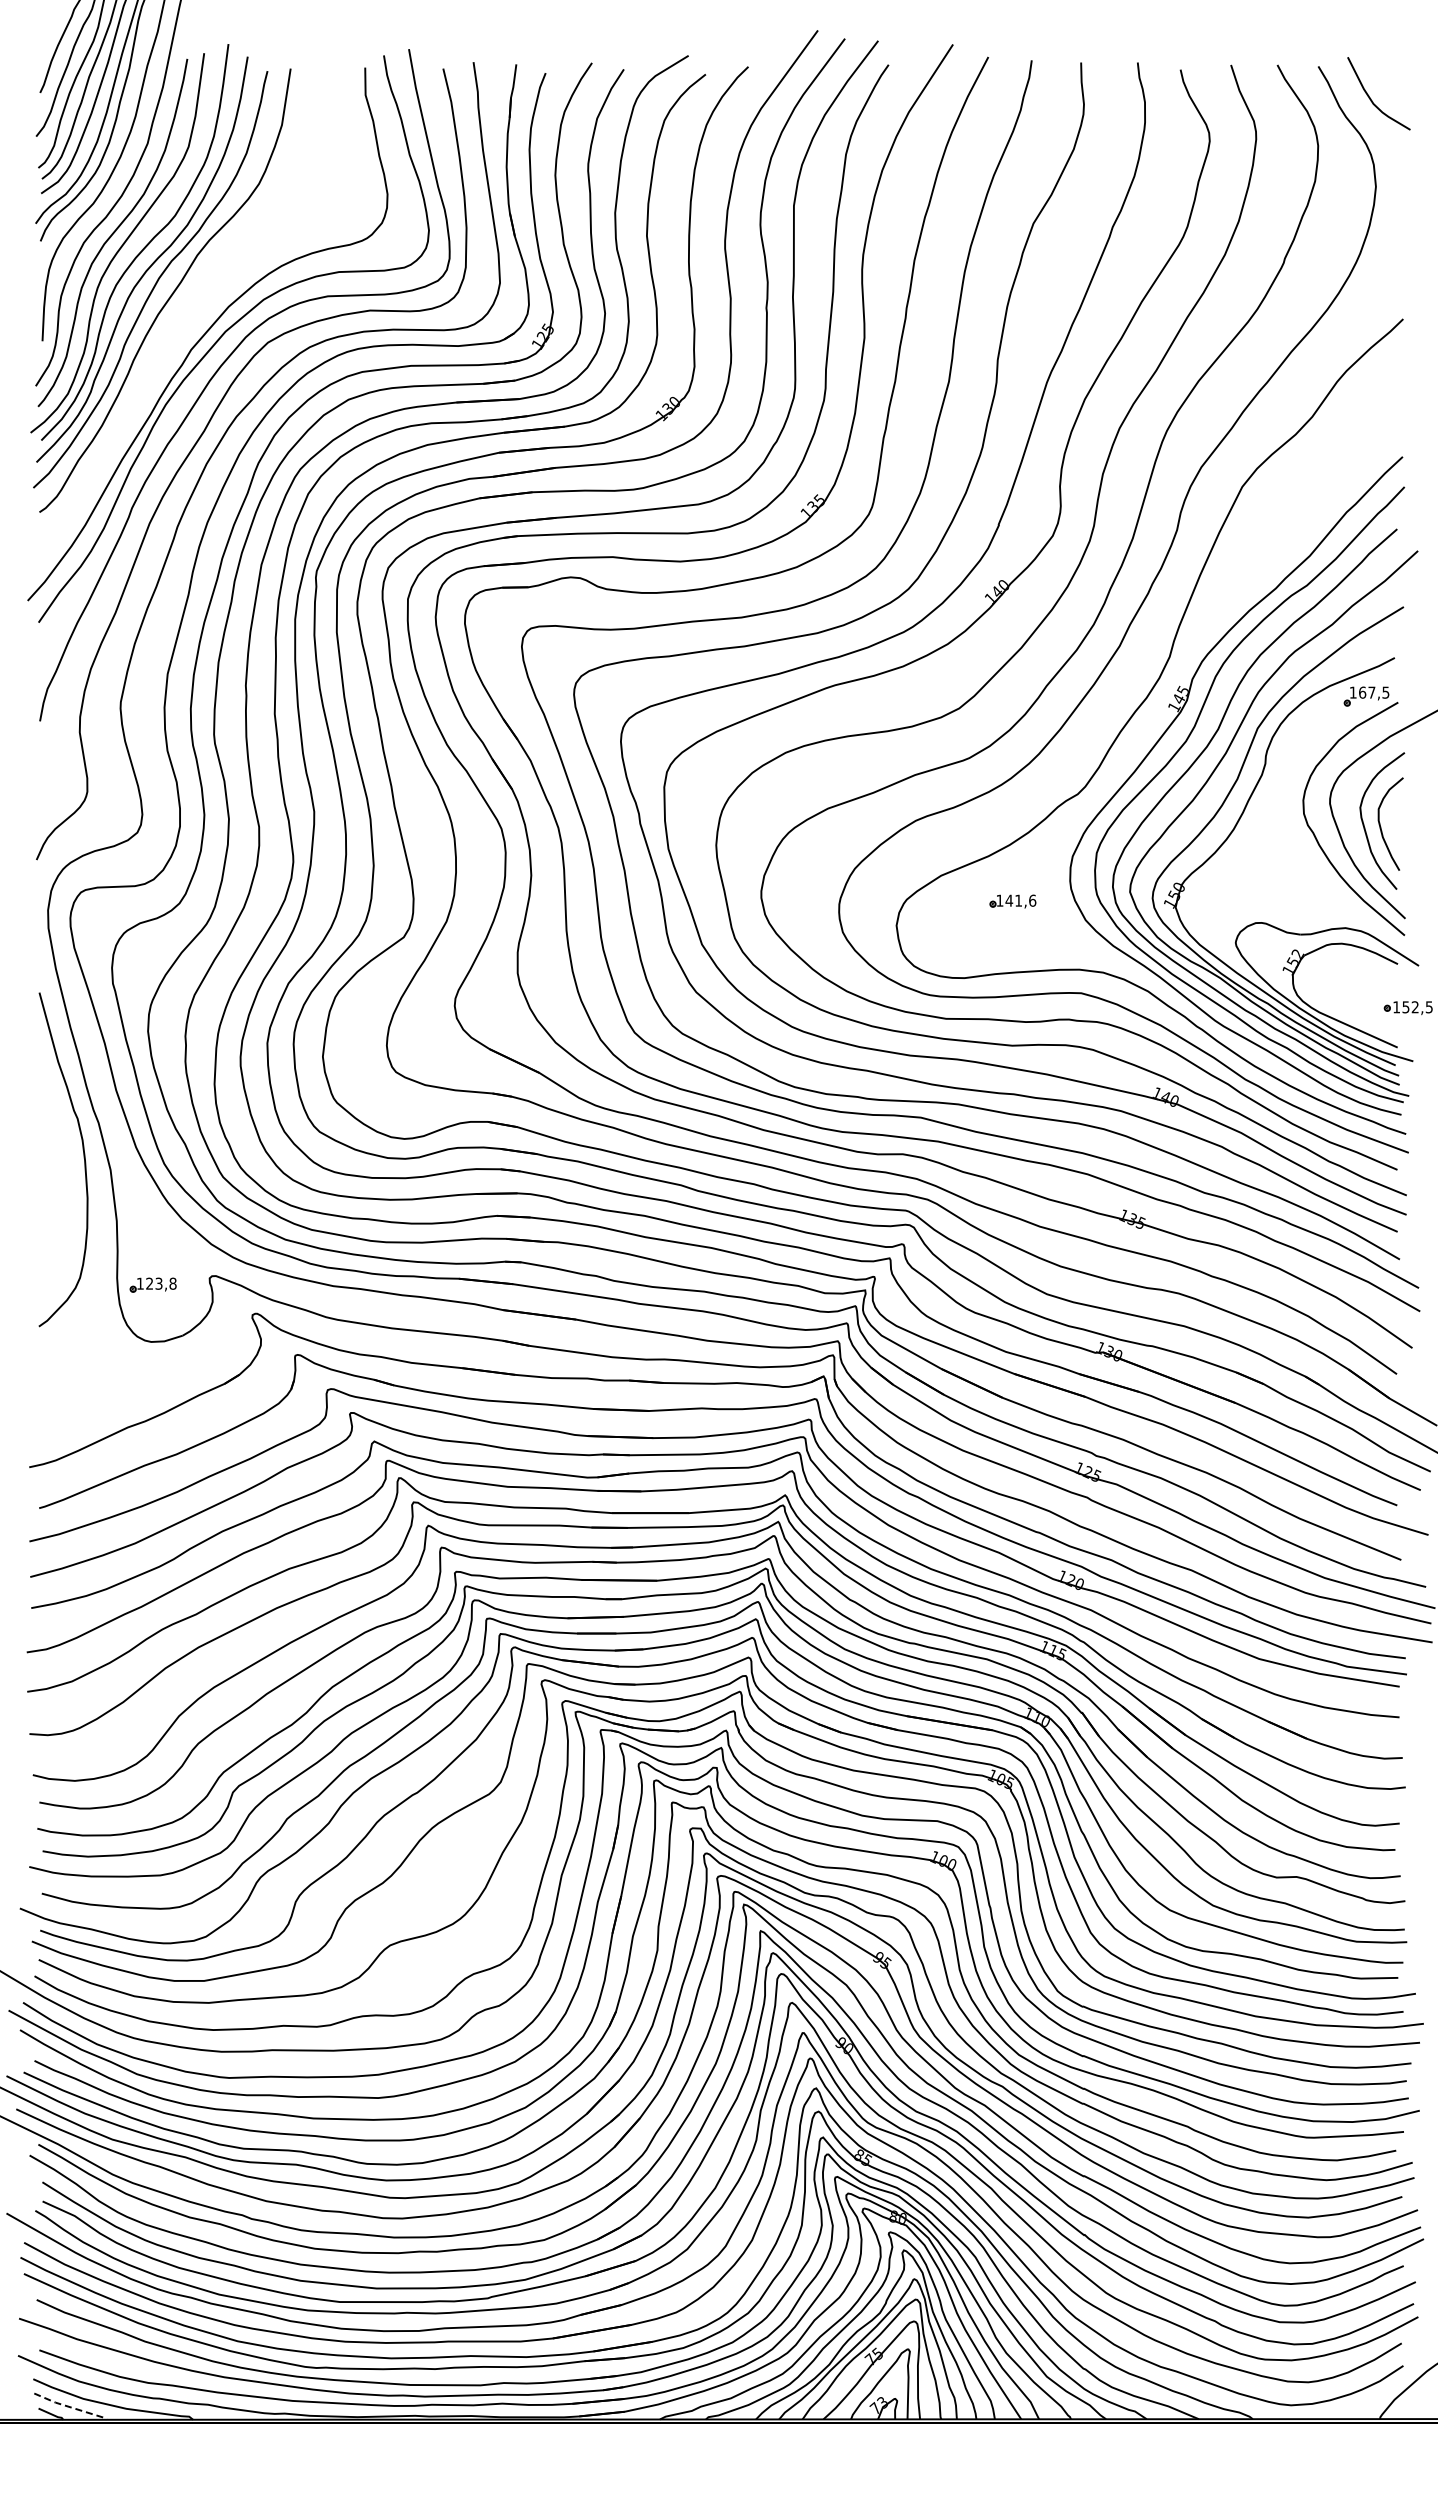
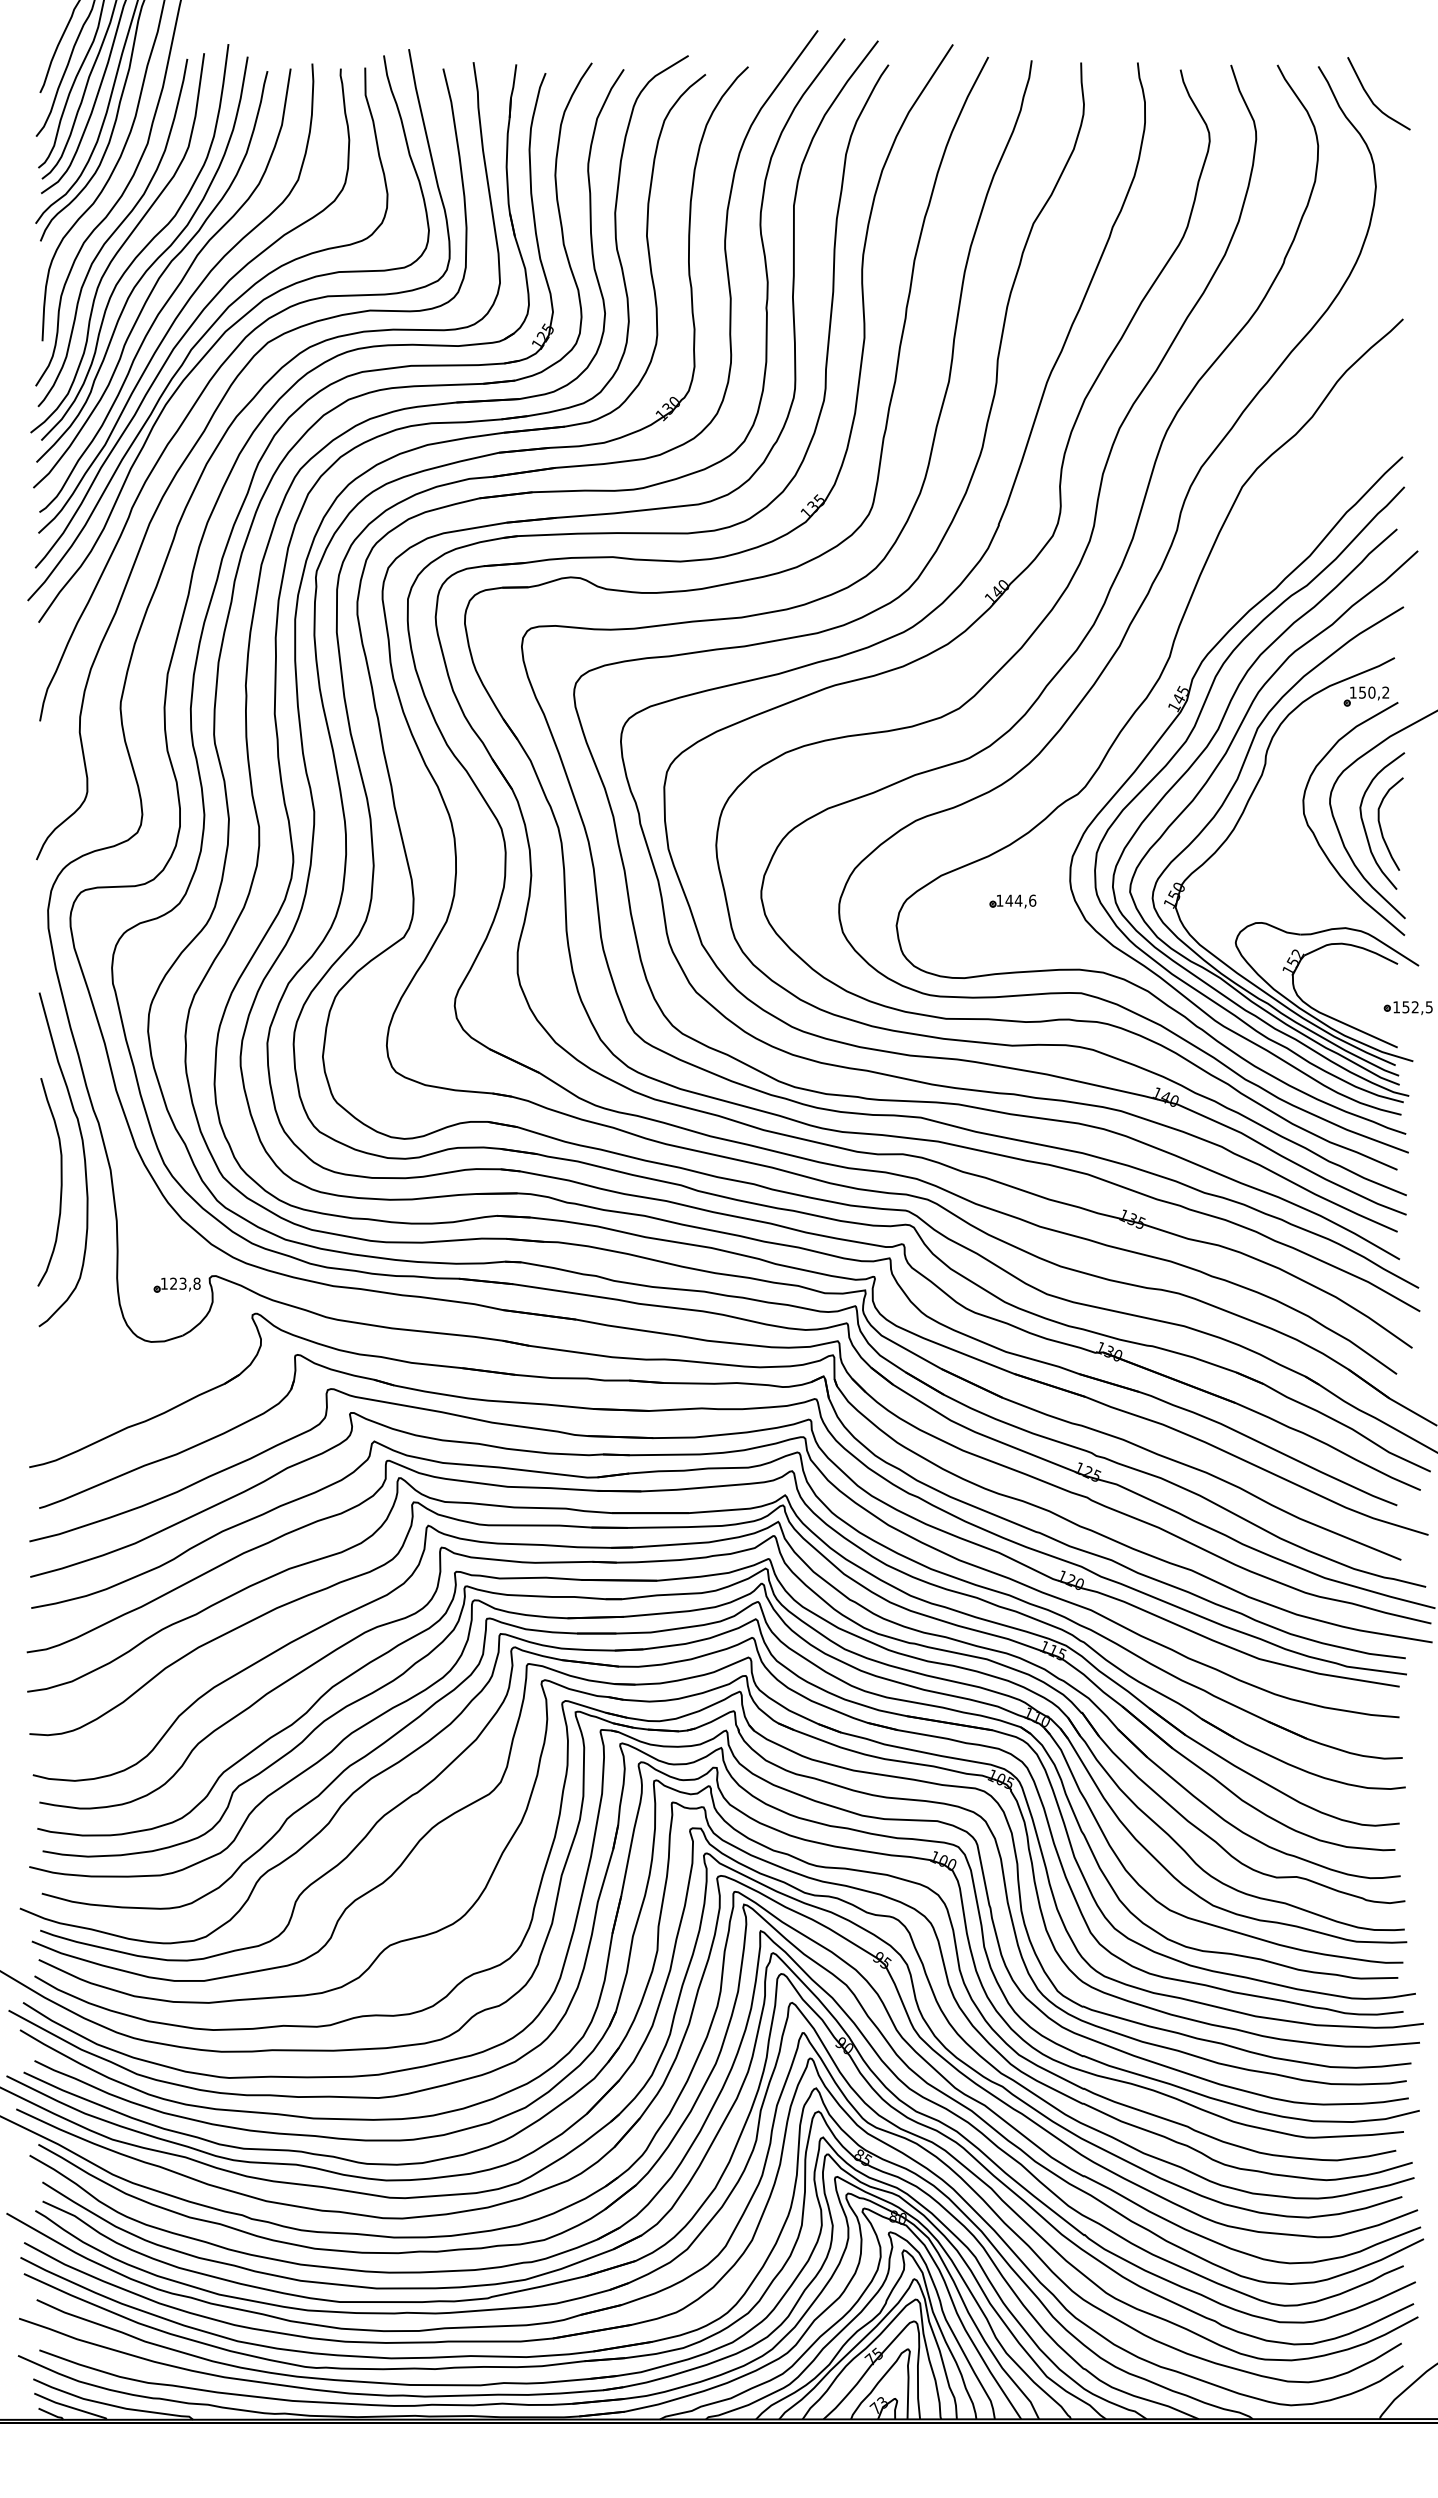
part at (192, 315): none -> present
text at (1374, 692): 167,5 -> 150,2
text at (1018, 900): 141,6 -> 144,6
curve at (60, 1182): none -> present
part at (152, 1284) position: (152, 1284) -> (176, 1284)
line at (70, 2407): dashed -> solid
